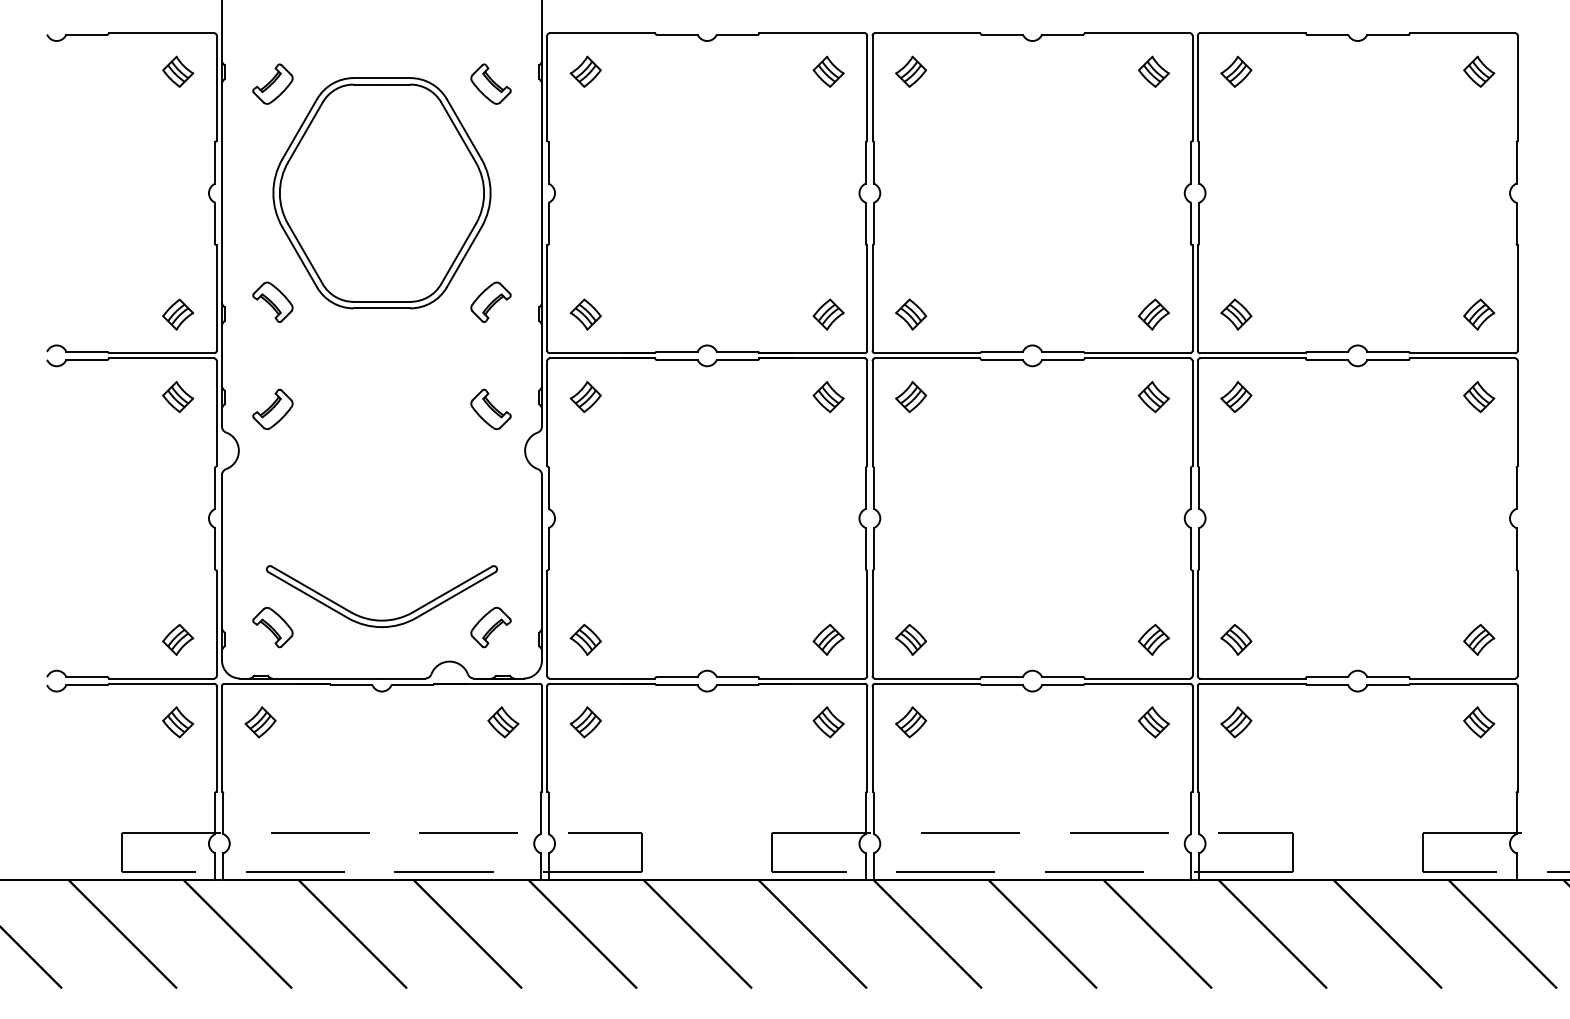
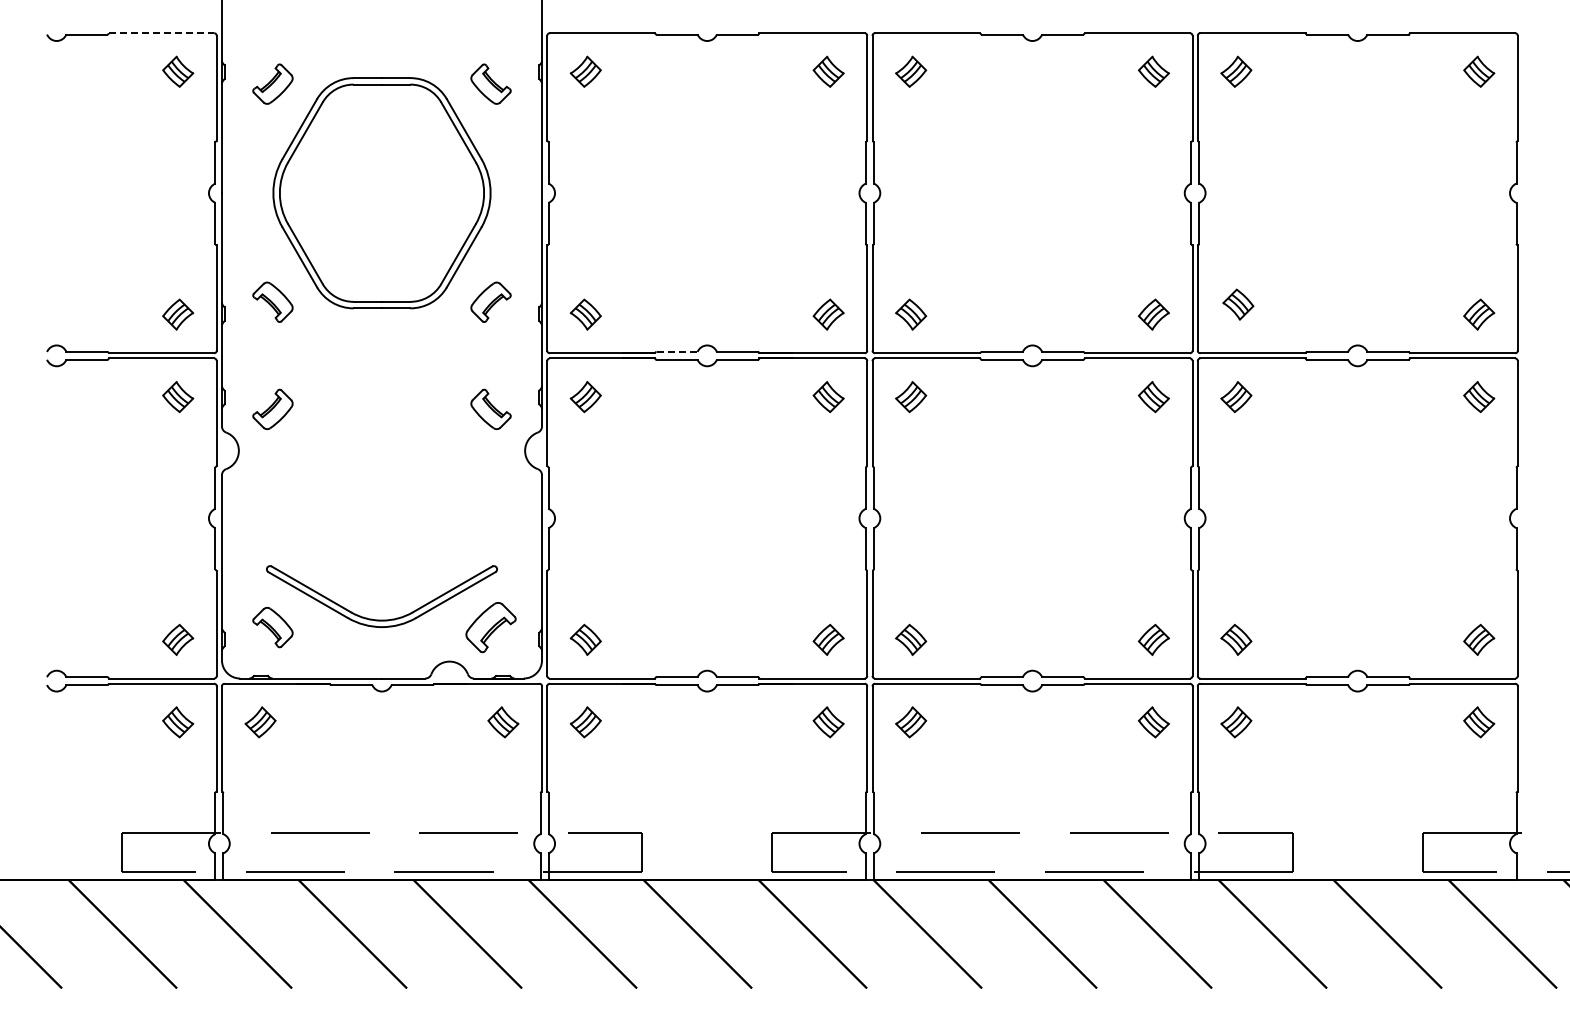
line at (161, 33): solid -> dashed
part at (1236, 314) position: (1236, 314) -> (1238, 304)
line at (677, 351): solid -> dashed
part at (490, 627) size: 42x43 px -> 52x52 px
